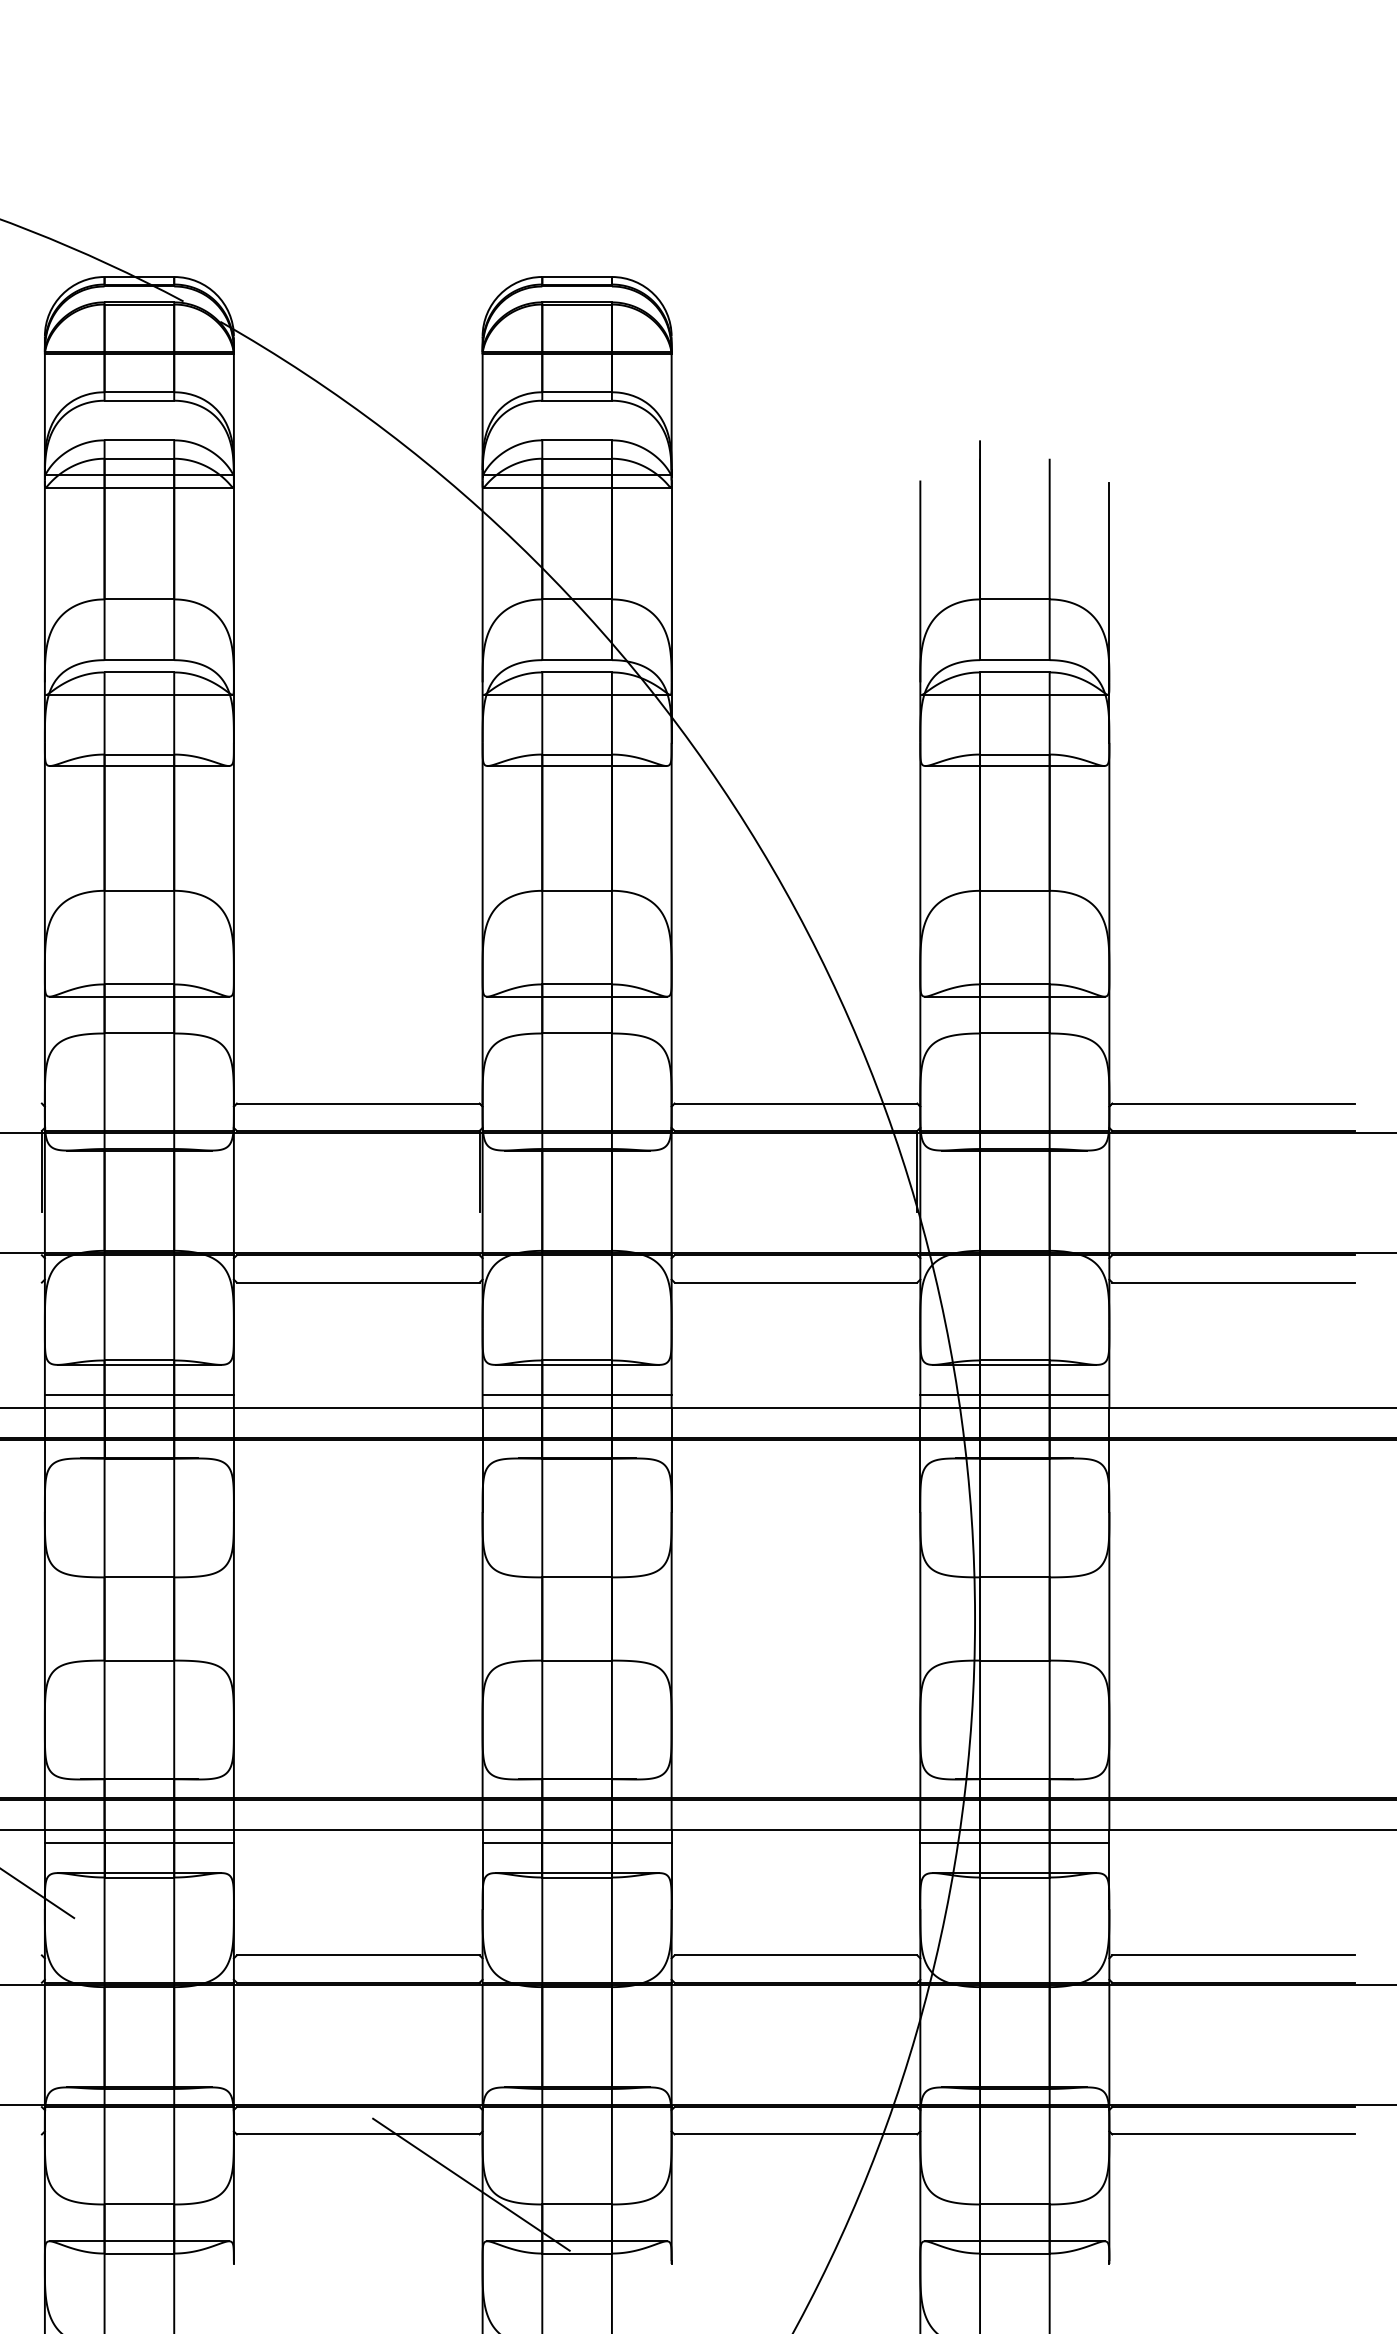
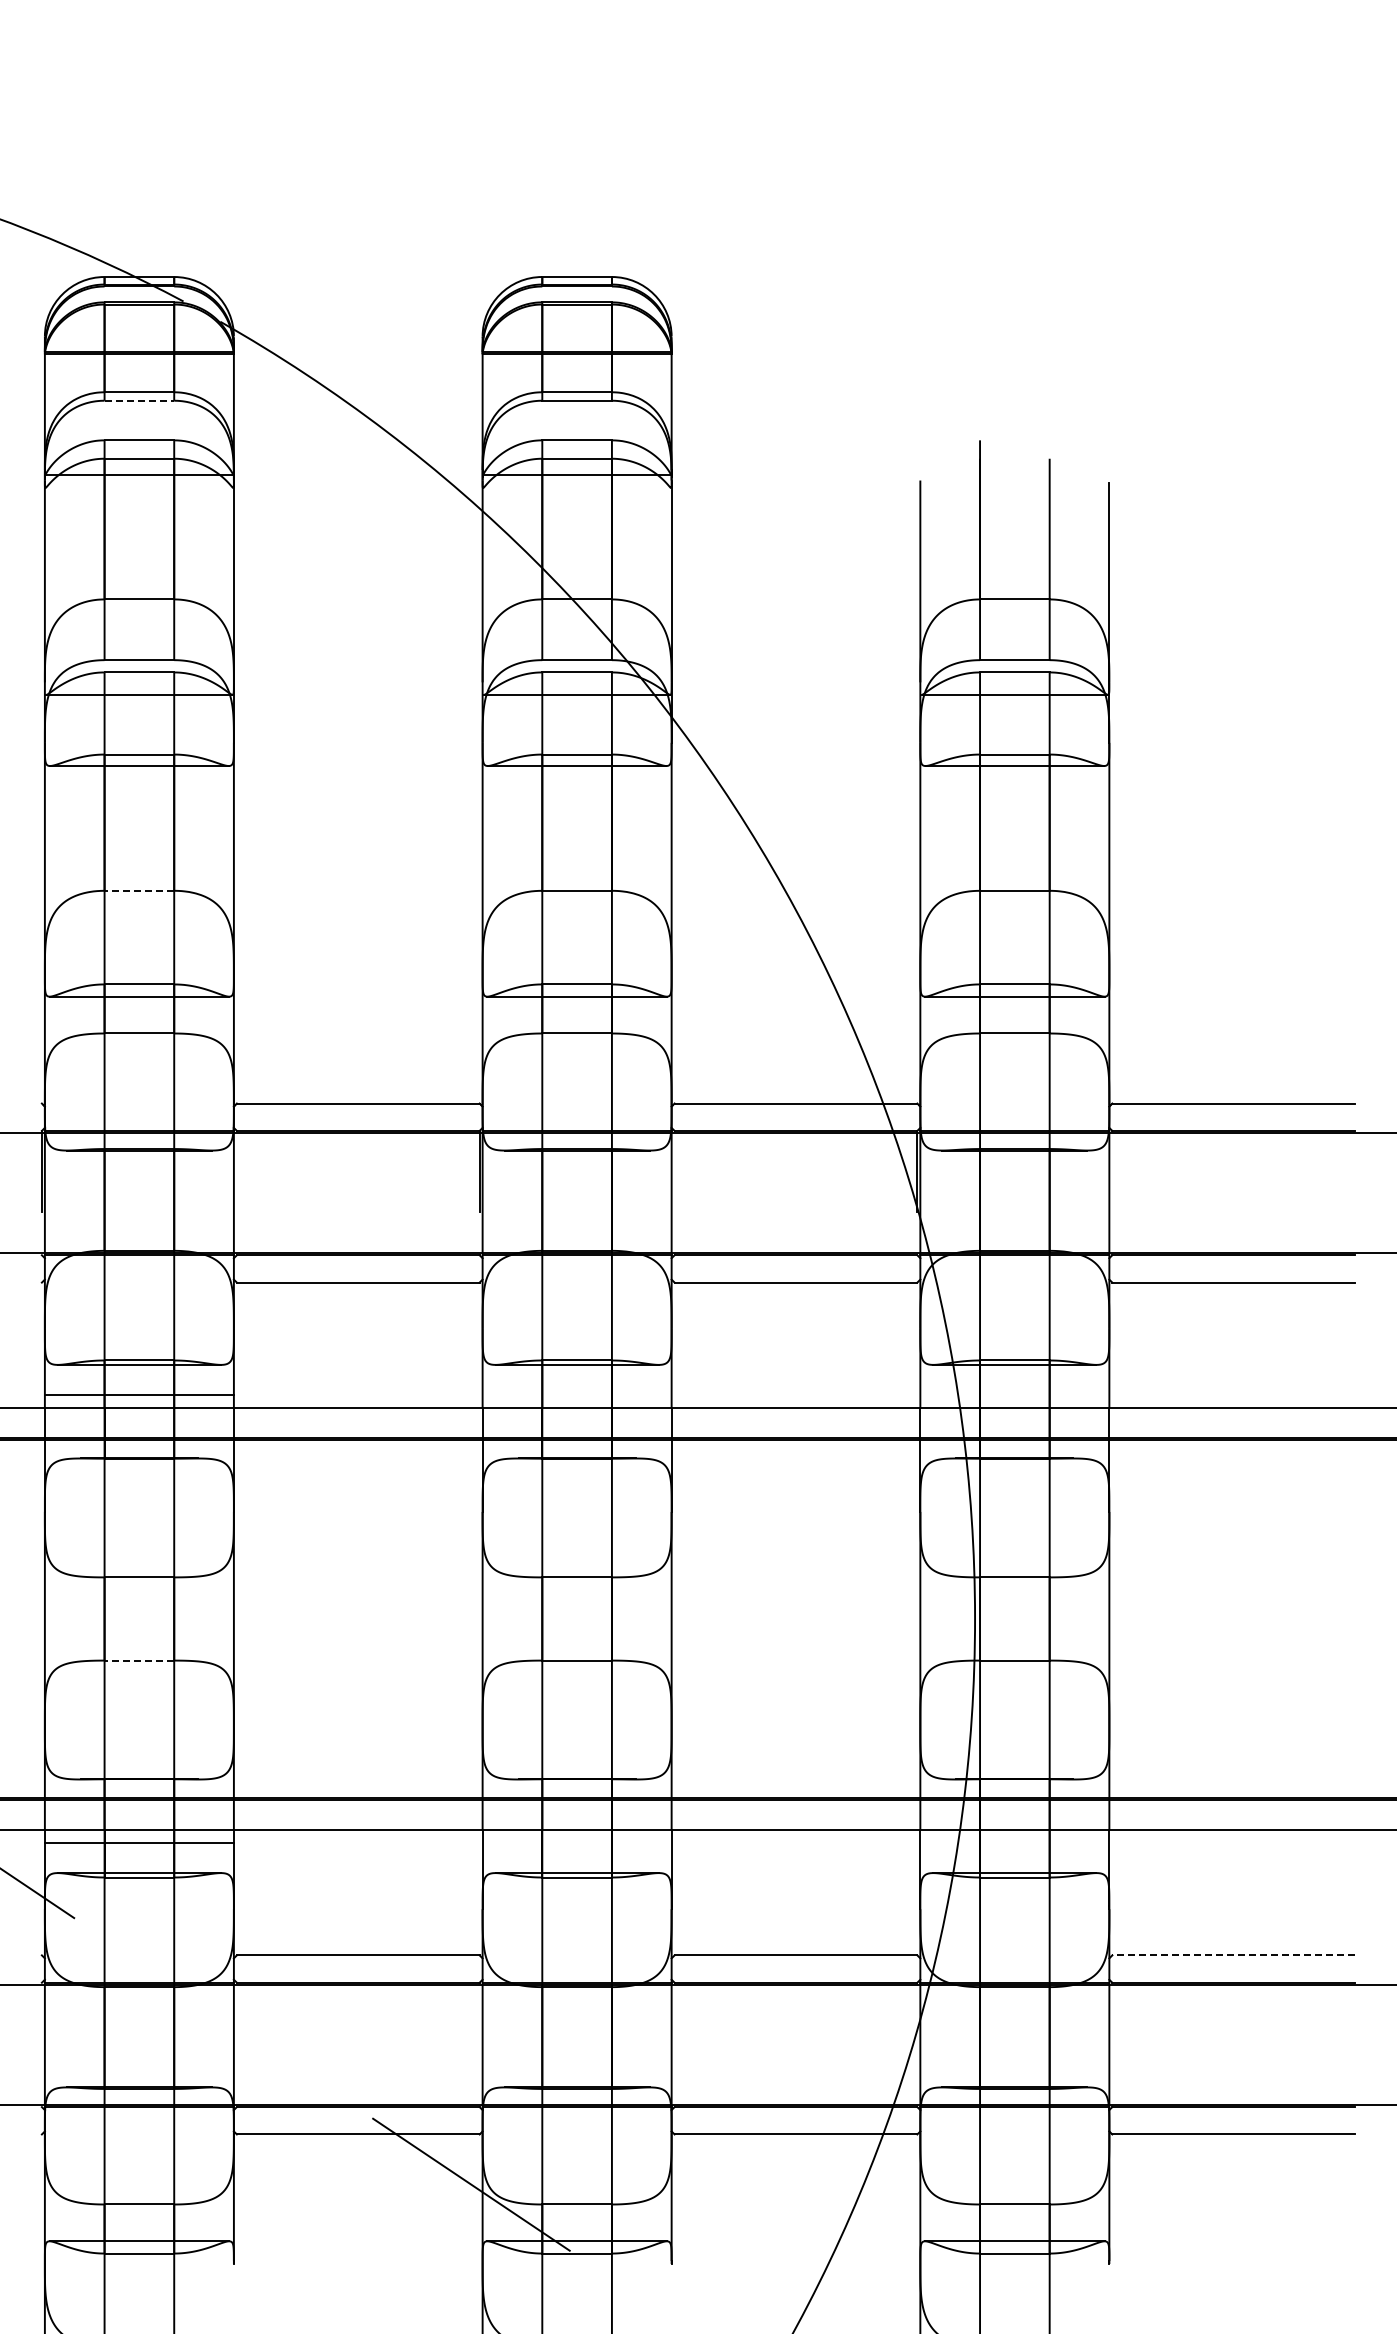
line at (139, 400): solid -> dashed
line at (139, 488): present -> none
line at (577, 488): present -> none
line at (139, 890): solid -> dashed
line at (576, 1395): present -> none
line at (1014, 1395): present -> none
line at (139, 1660): solid -> dashed
line at (576, 1842): present -> none
line at (1014, 1842): present -> none
line at (1233, 1955): solid -> dashed
